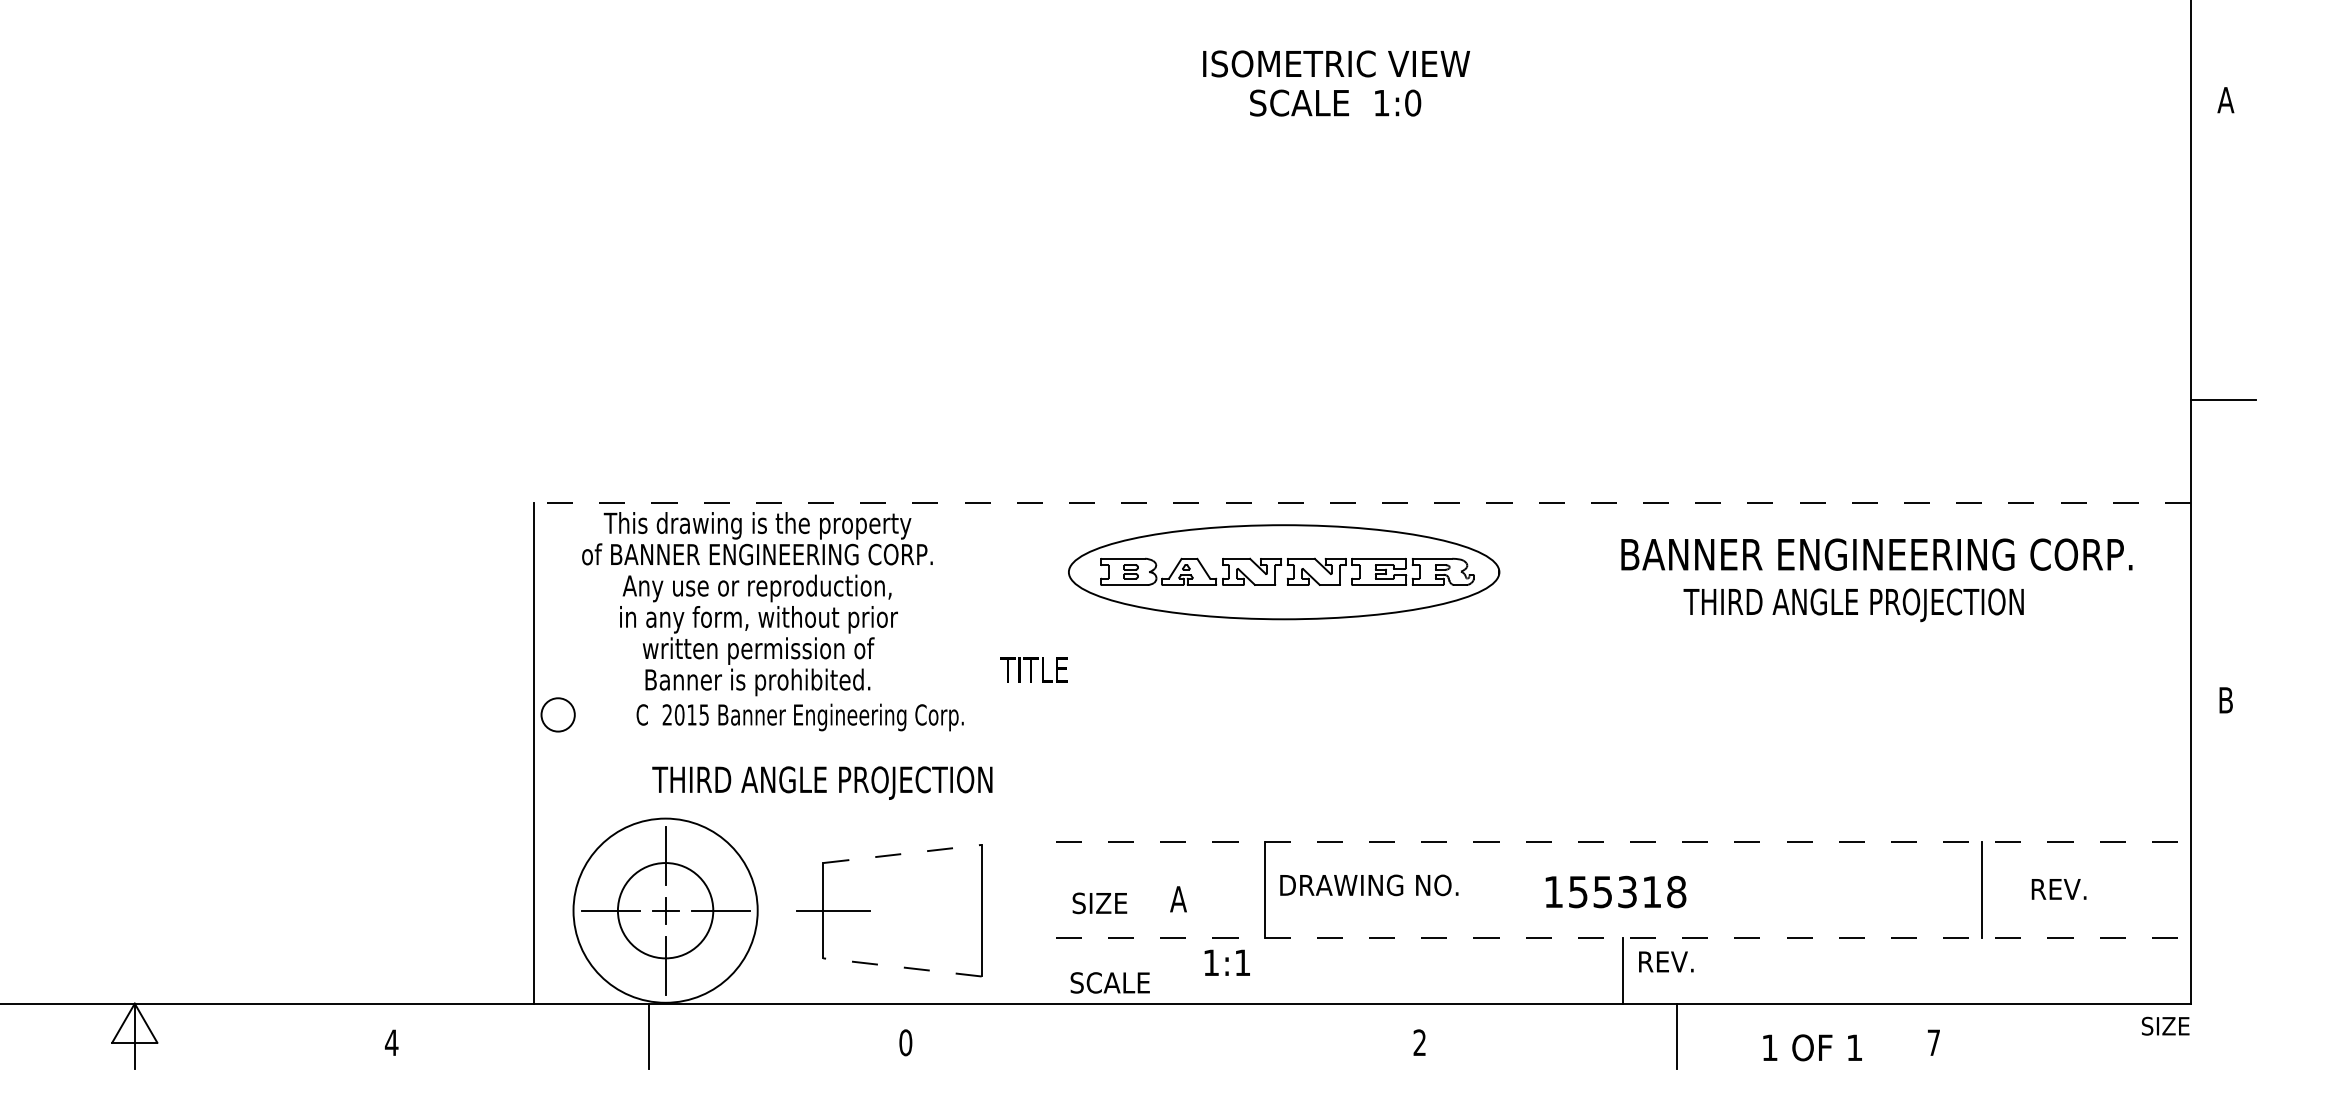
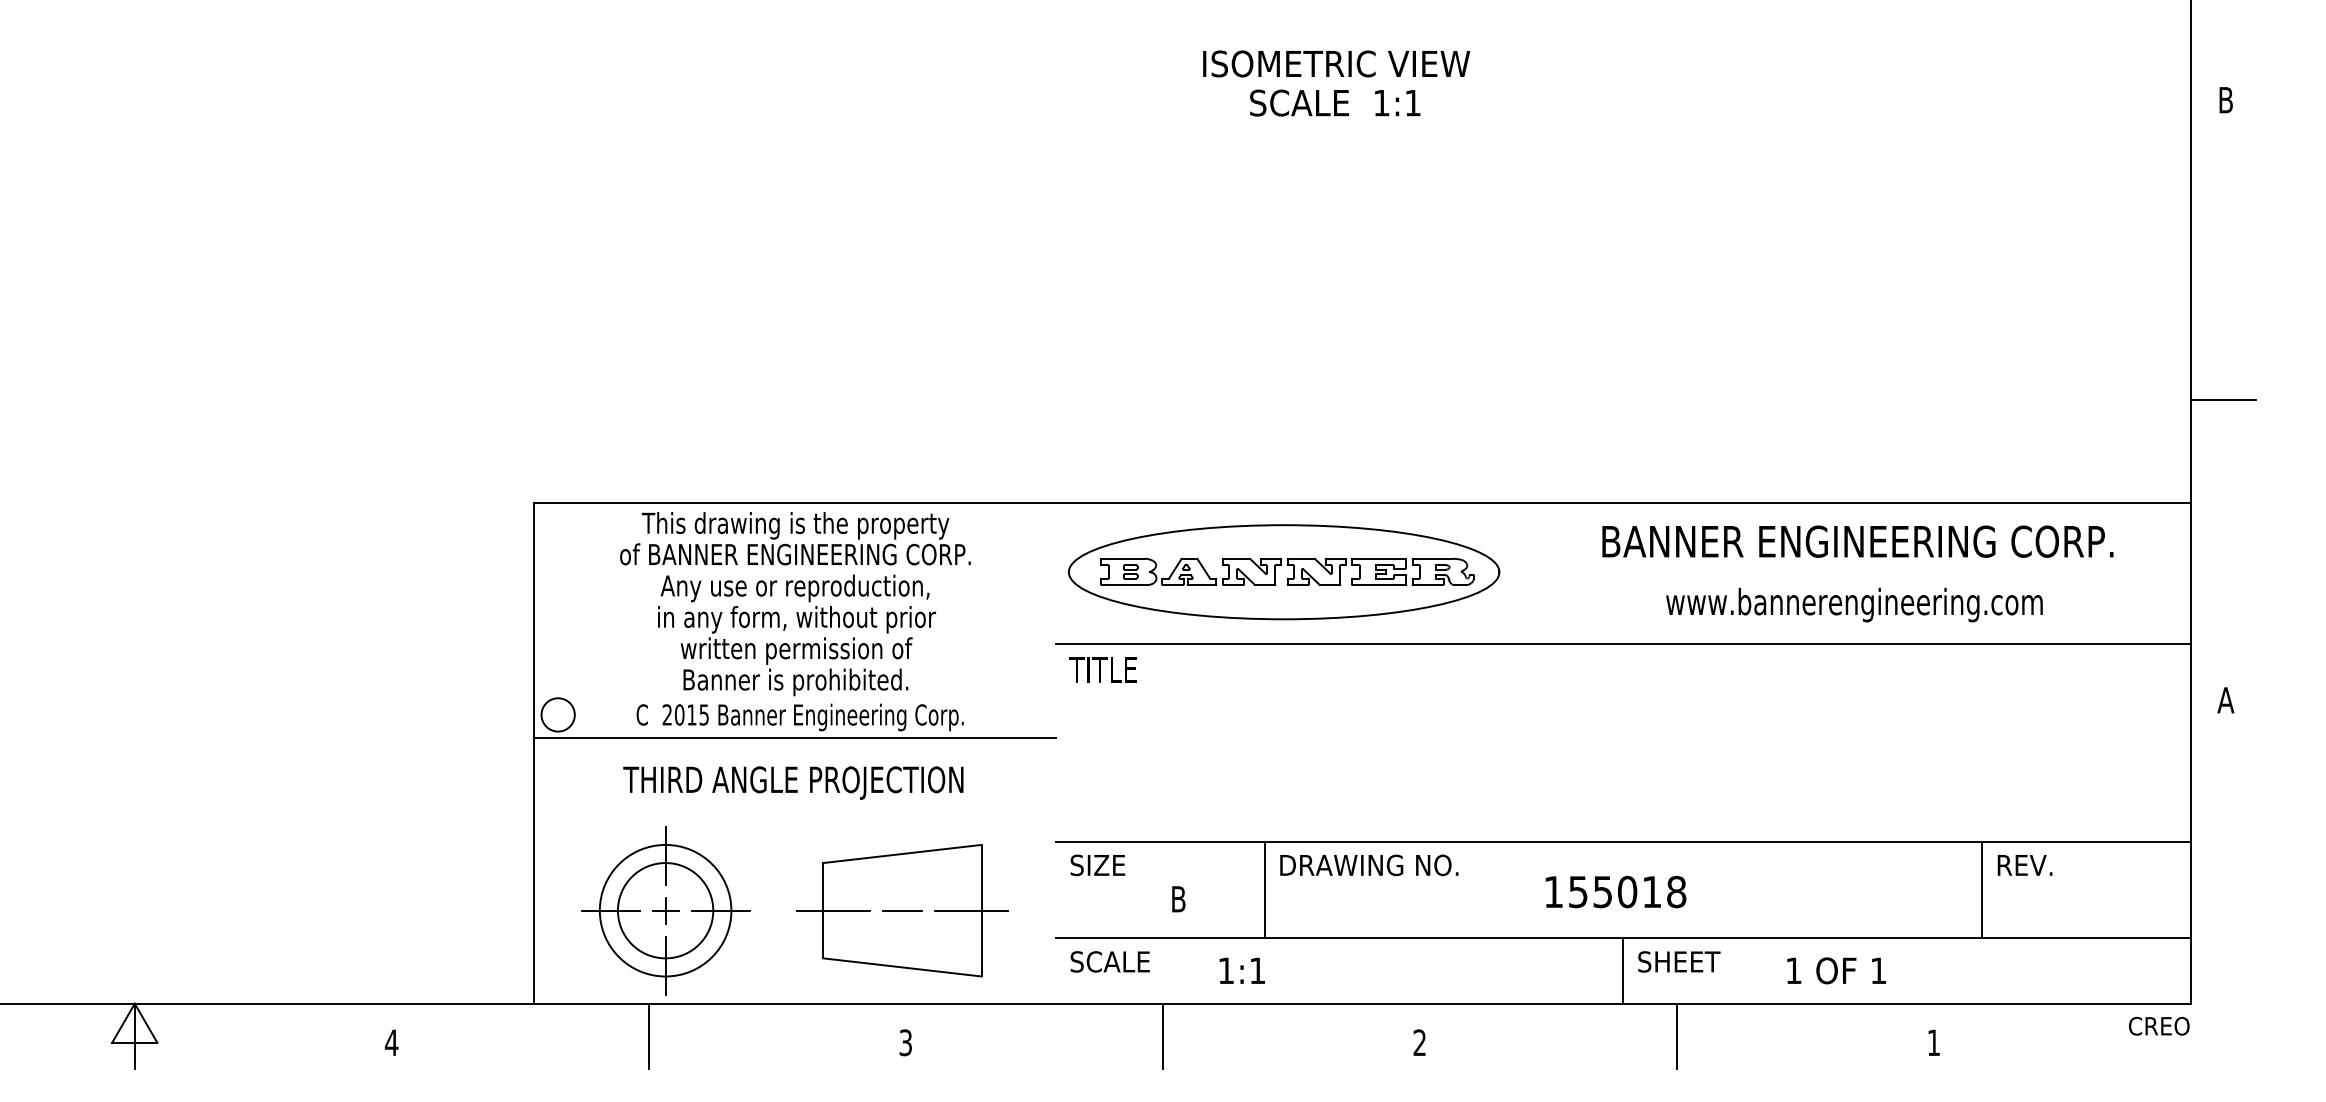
text at (2225, 100): A -> B
text at (1413, 102): 1:0 -> 1:1
line at (1362, 502): dashed -> solid
text at (1876, 554) position: (1876, 554) -> (1857, 541)
text at (757, 604) position: (757, 604) -> (795, 604)
text at (1854, 604): THIRD ANGLE PROJECTION -> www.bannerengineering.com
line at (1622, 643): none -> present
text at (1033, 669) position: (1033, 669) -> (1102, 669)
text at (2225, 700): B -> A
line at (794, 737): none -> present
text at (822, 782) position: (822, 782) -> (793, 782)
line at (1623, 841): dashed -> solid
line at (902, 853): dashed -> solid
text at (1369, 885) position: (1369, 885) -> (1369, 865)
text at (2058, 889) position: (2058, 889) -> (2024, 865)
text at (1627, 892): 155318 -> 155018
text at (1178, 899): A -> B
text at (1099, 903) position: (1099, 903) -> (1097, 865)
circle at (665, 910) diameter: 184 px -> 132 px
line at (902, 910): none -> present
line at (971, 910): none -> present
line at (1623, 938): dashed -> solid
text at (1679, 961): REV. -> SHEET
text at (1226, 962) position: (1226, 962) -> (1241, 970)
line at (902, 967): dashed -> solid
text at (1109, 982) position: (1109, 982) -> (1109, 961)
text at (2158, 1025): SIZE -> CREO
line at (1162, 1035): none -> present
text at (905, 1042): 0 -> 3
text at (1933, 1042): 7 -> 1
text at (1812, 1047) position: (1812, 1047) -> (1836, 970)
